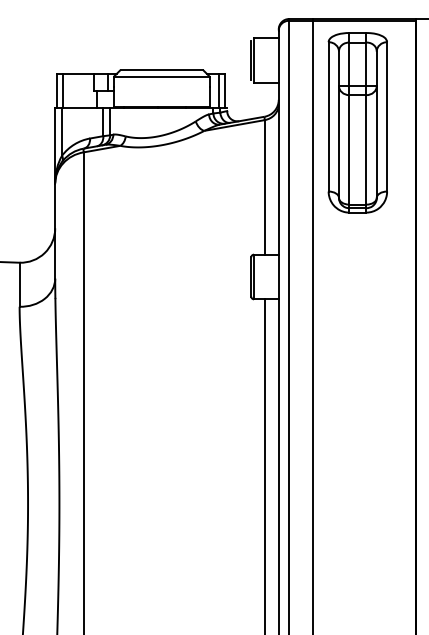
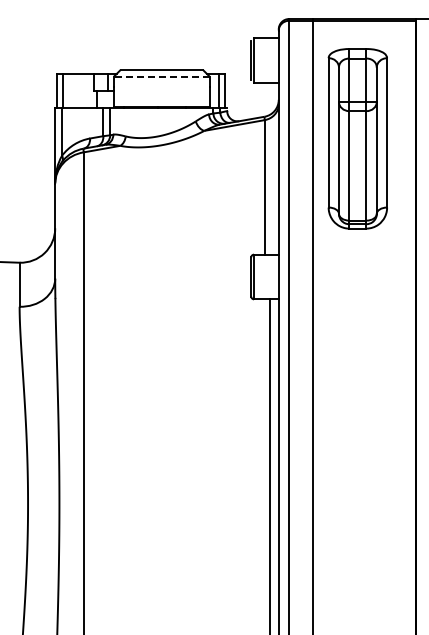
line at (161, 76): solid -> dashed
part at (357, 122) position: (357, 122) -> (357, 138)
line at (264, 465) position: (264, 465) -> (269, 465)
